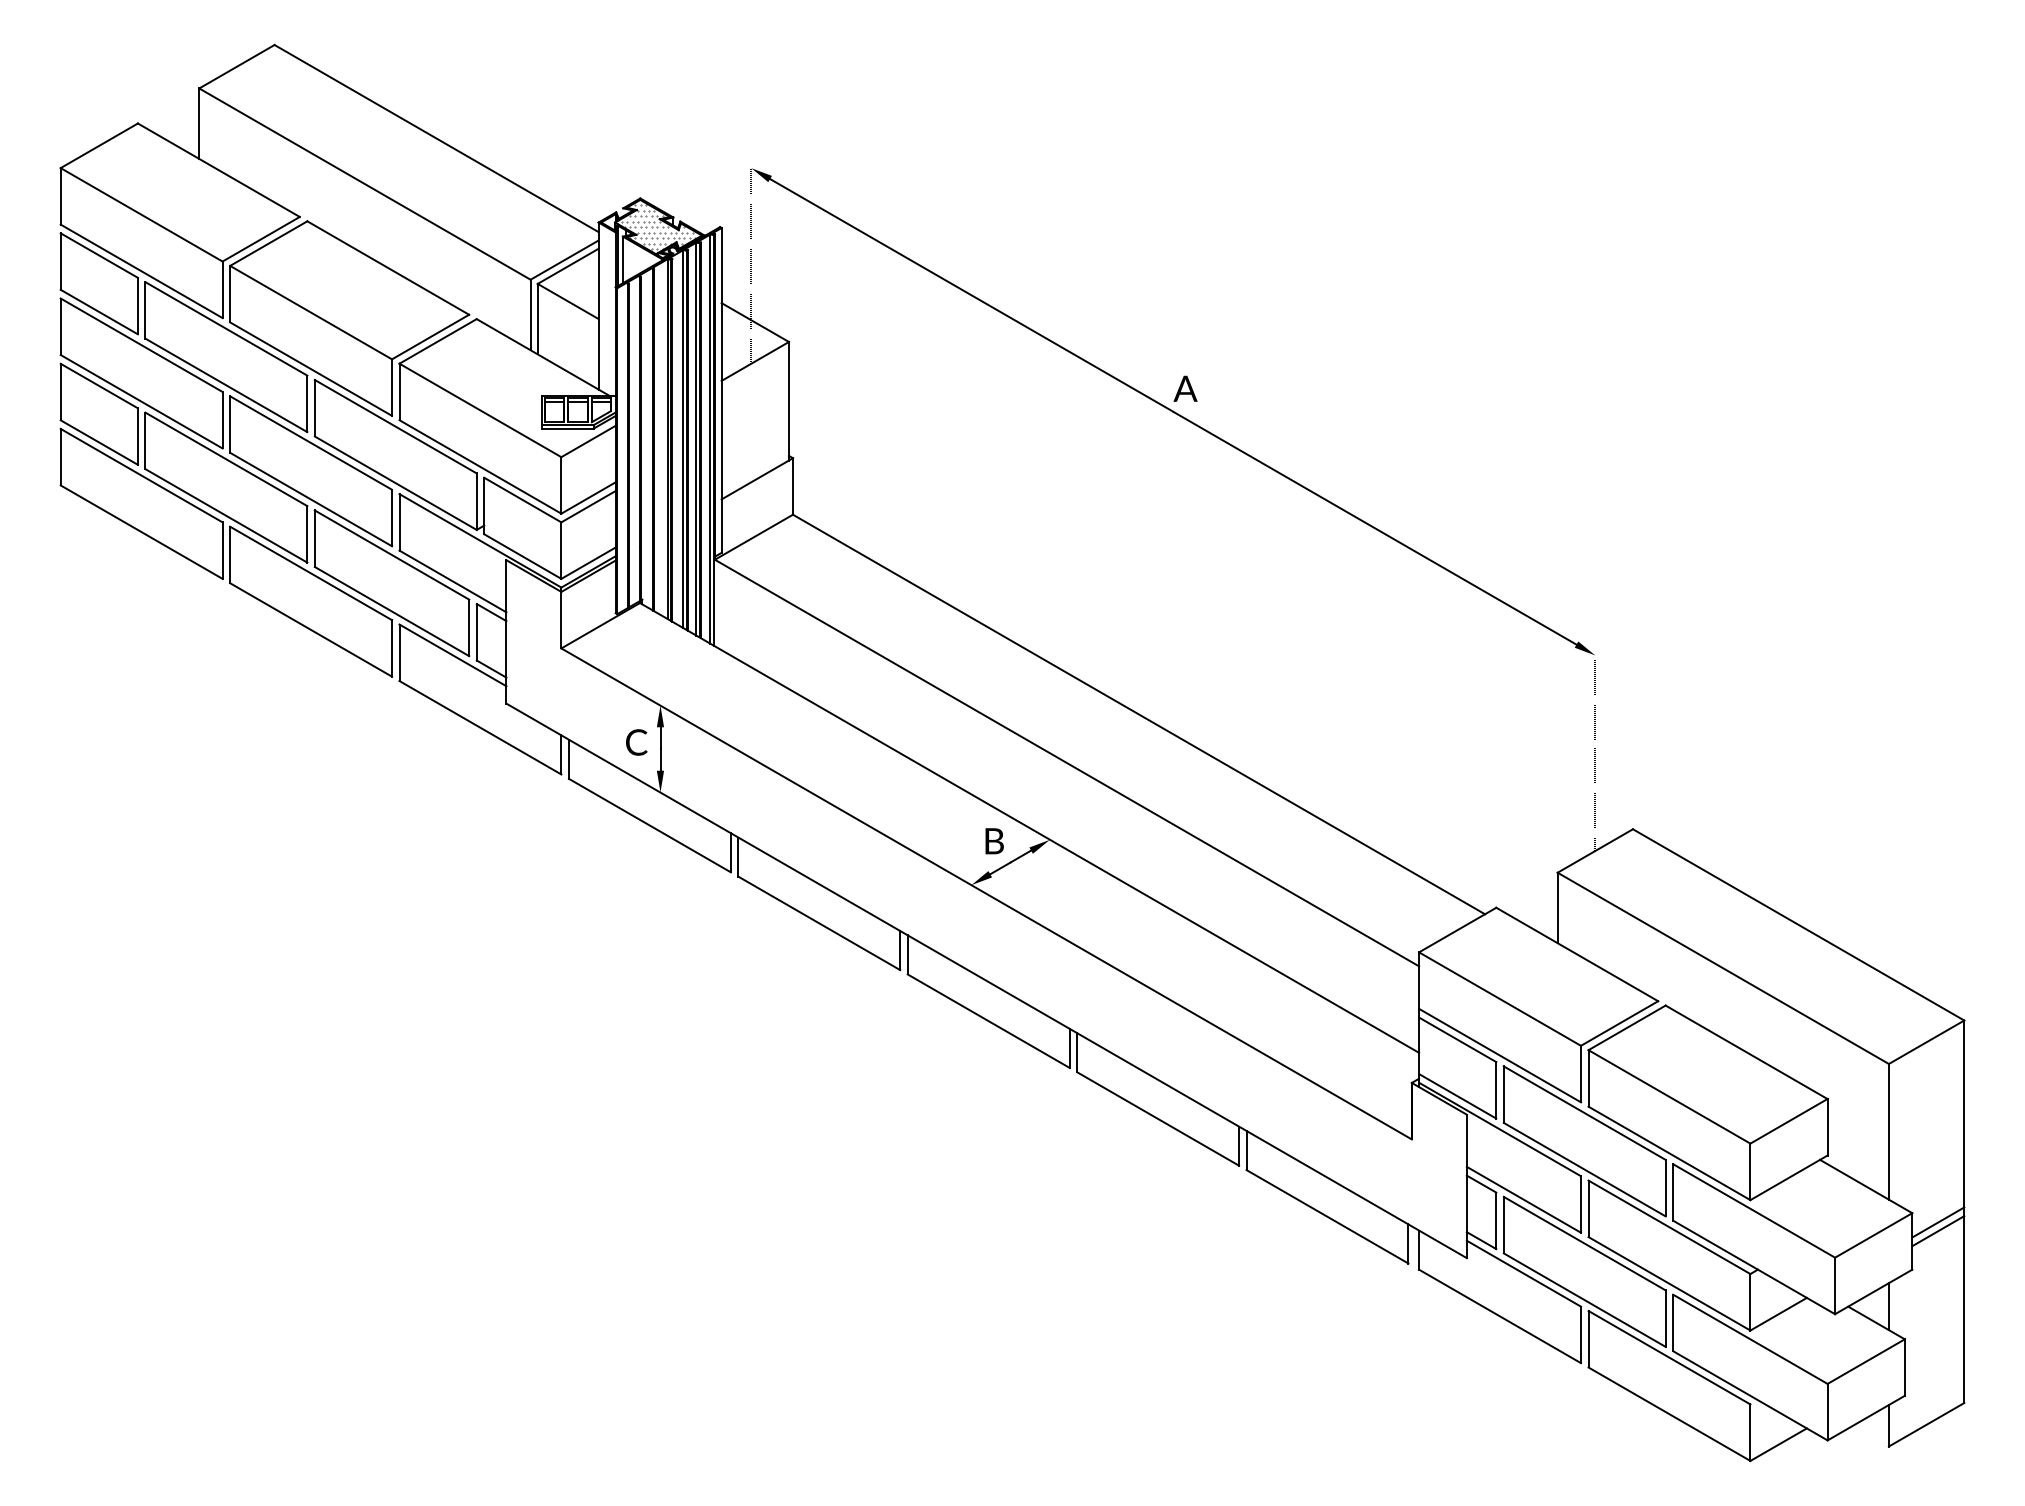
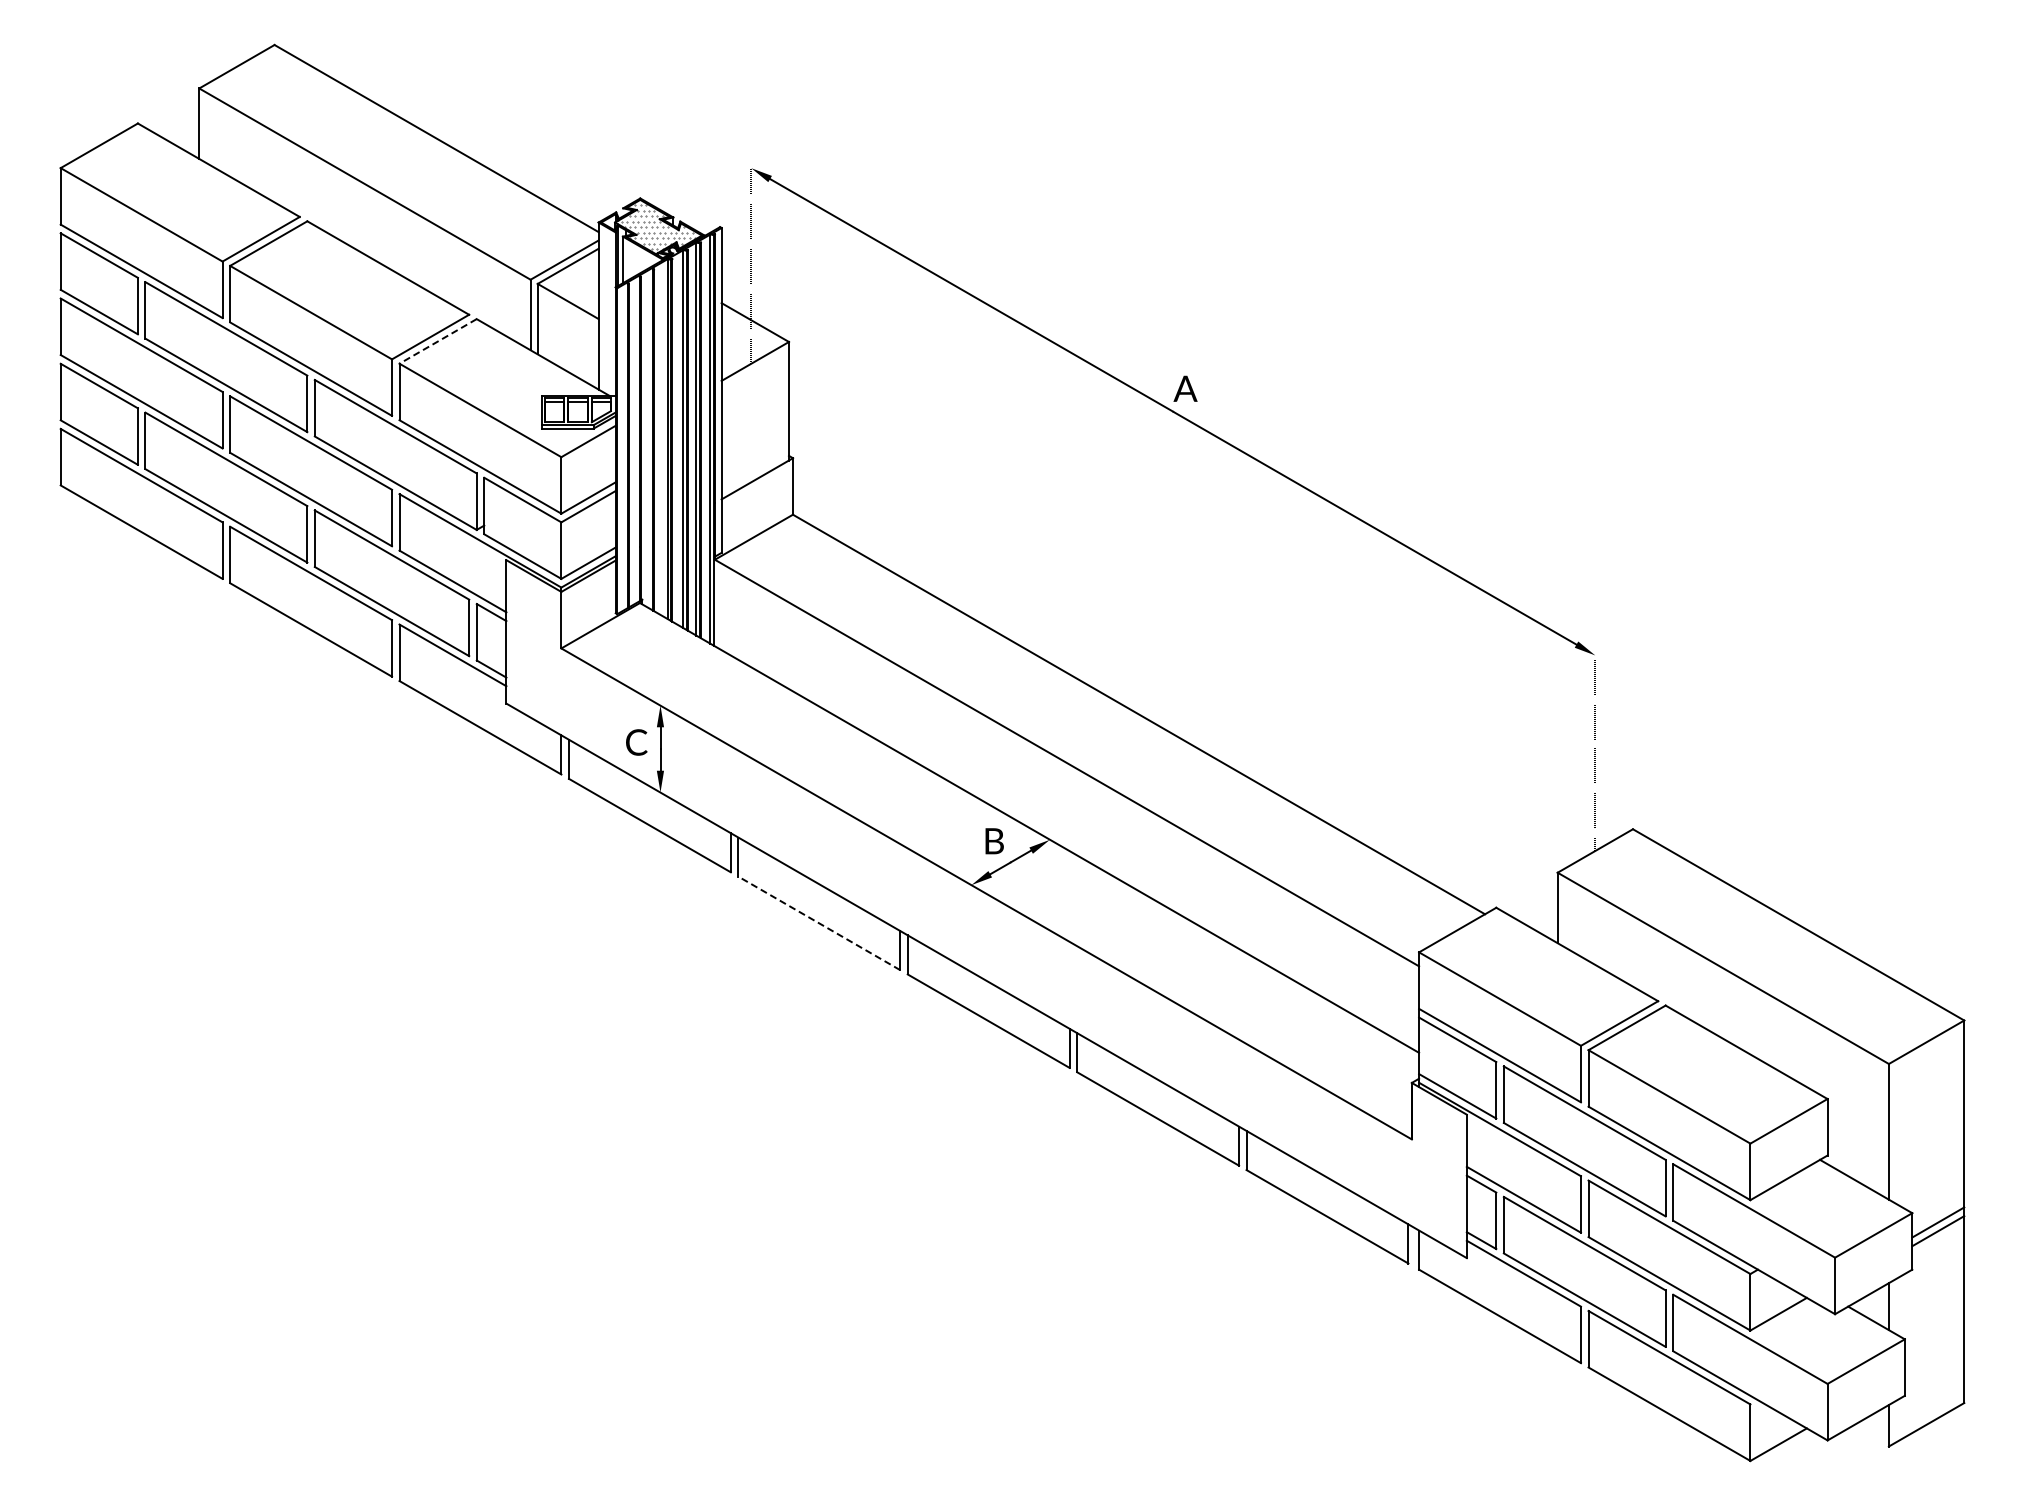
line at (438, 341): solid -> dashed
line at (818, 923): solid -> dashed
